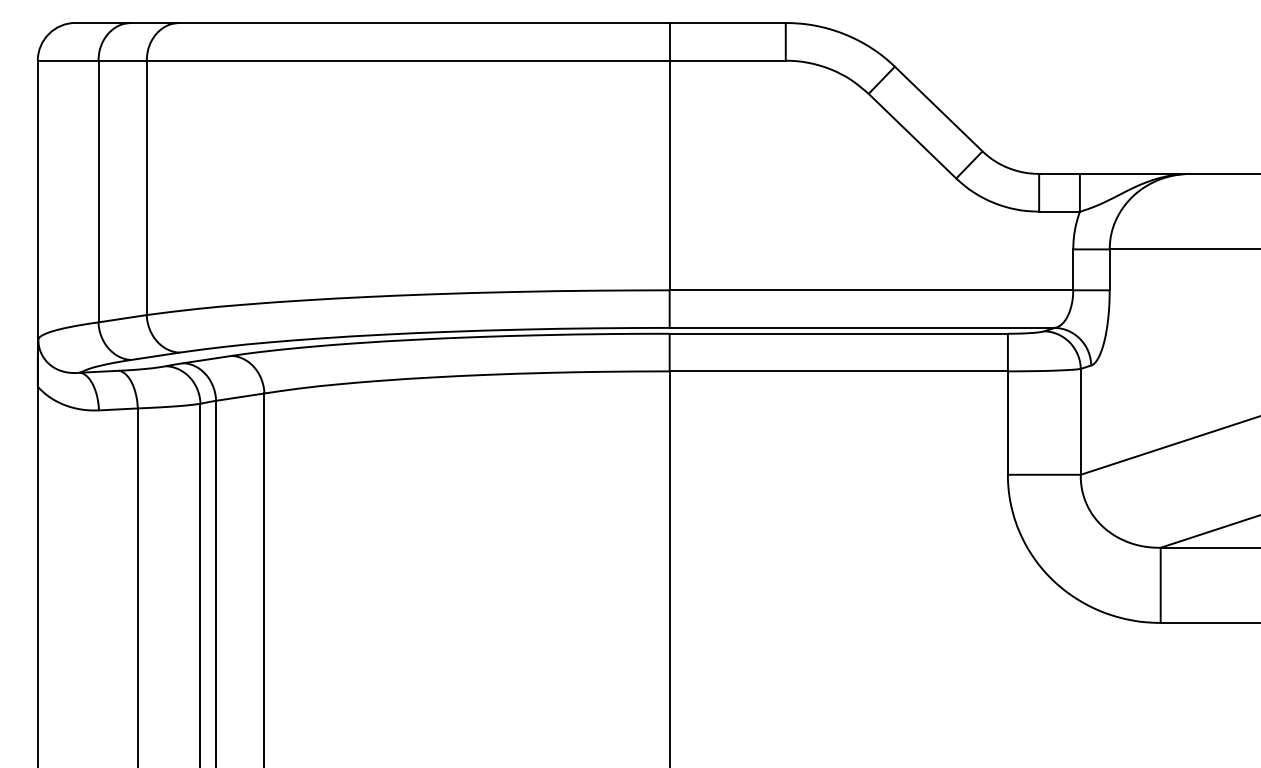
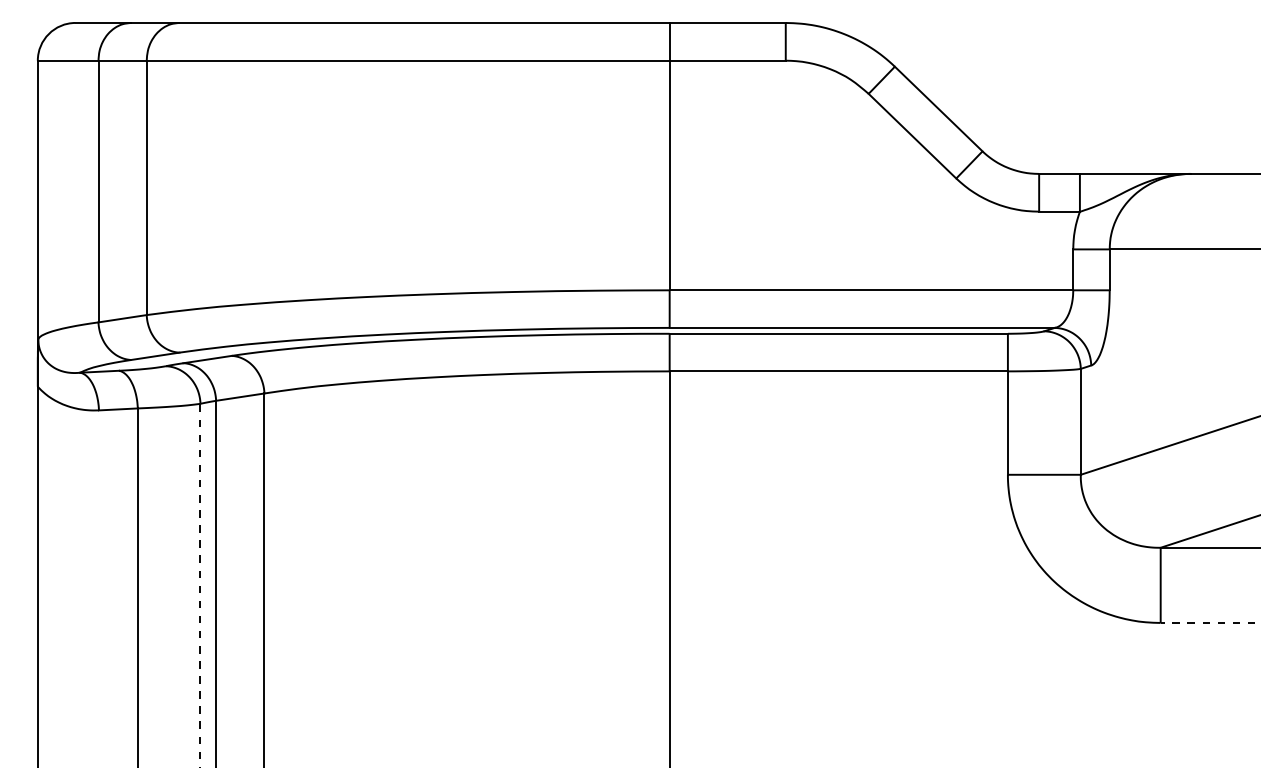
line at (200, 585): solid -> dashed
line at (1210, 622): solid -> dashed
